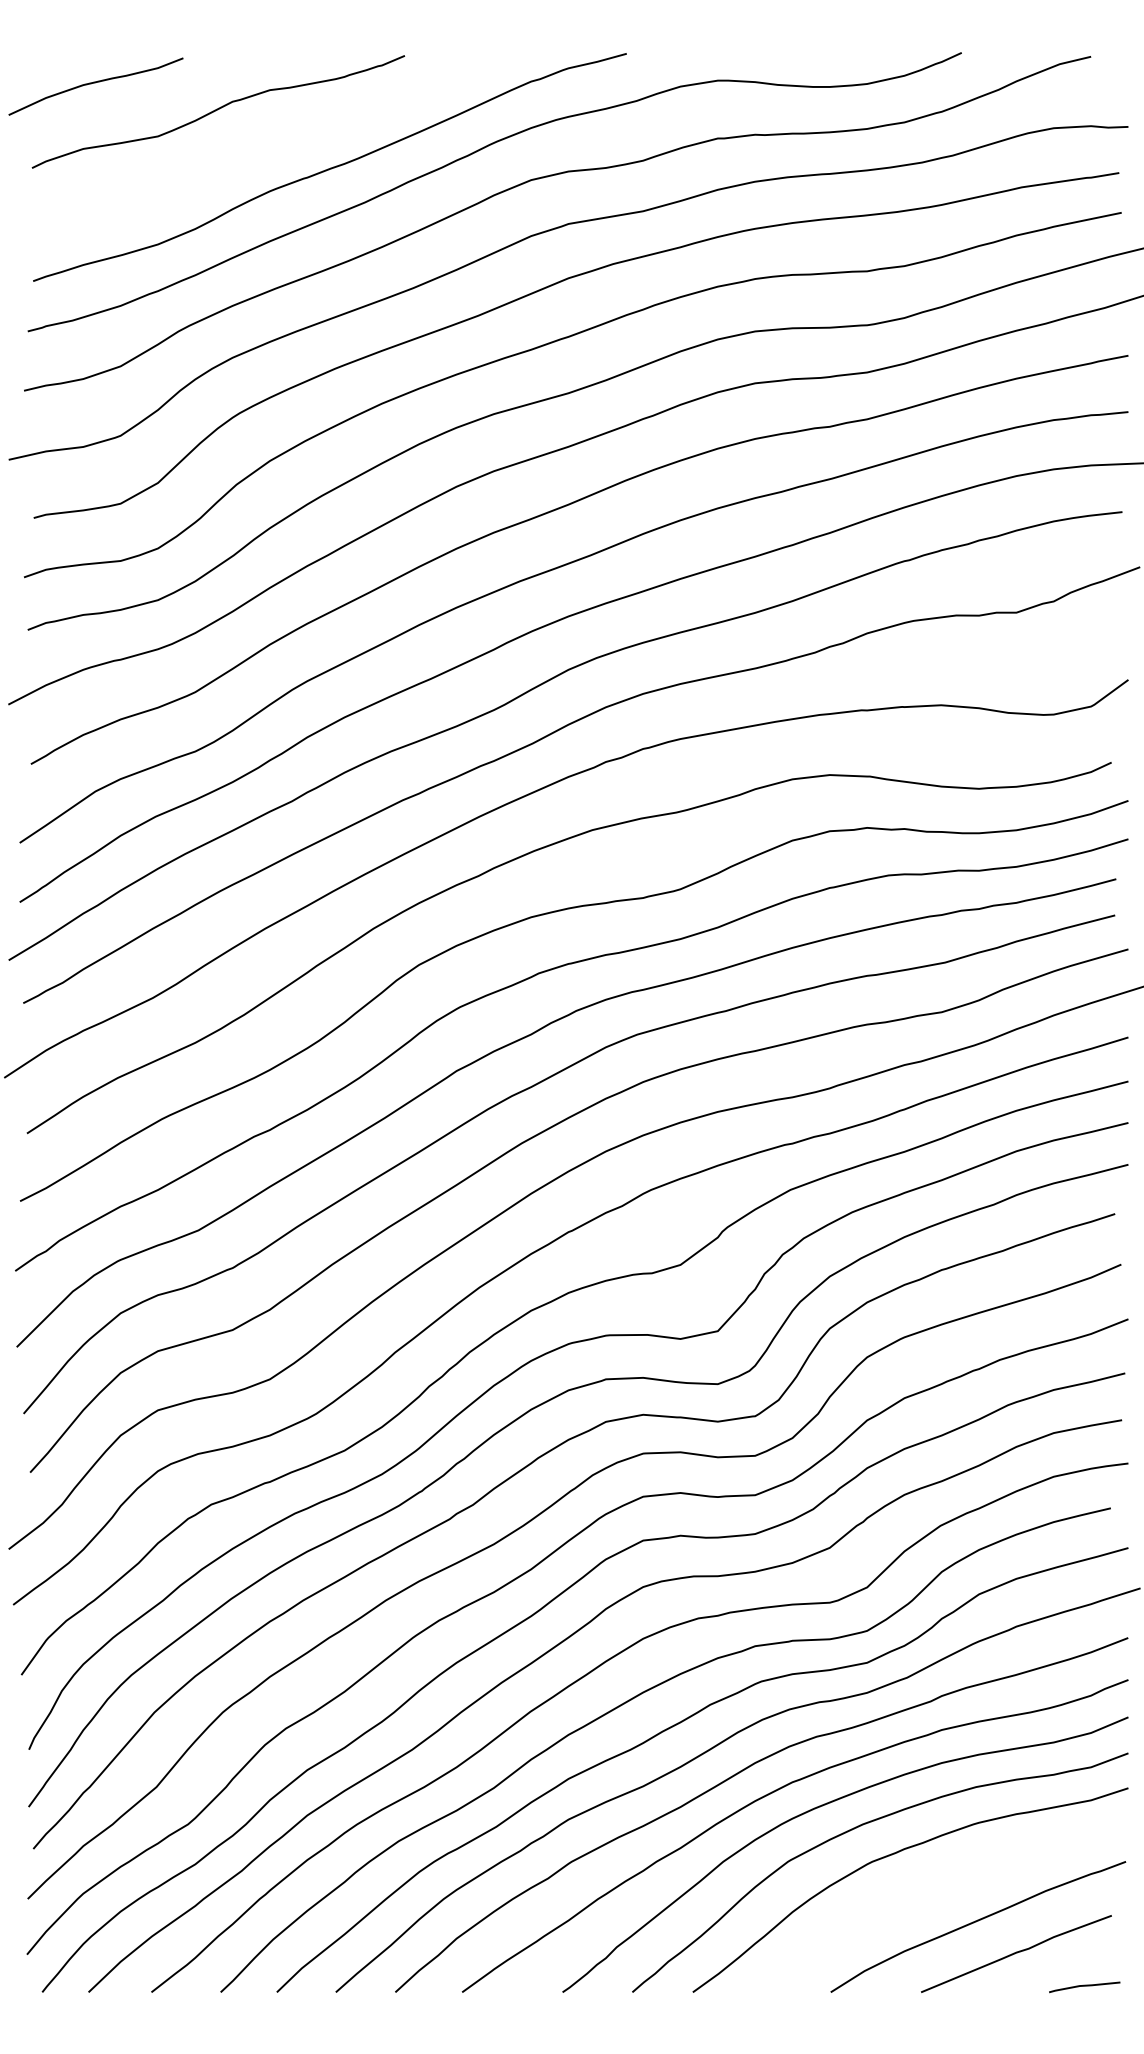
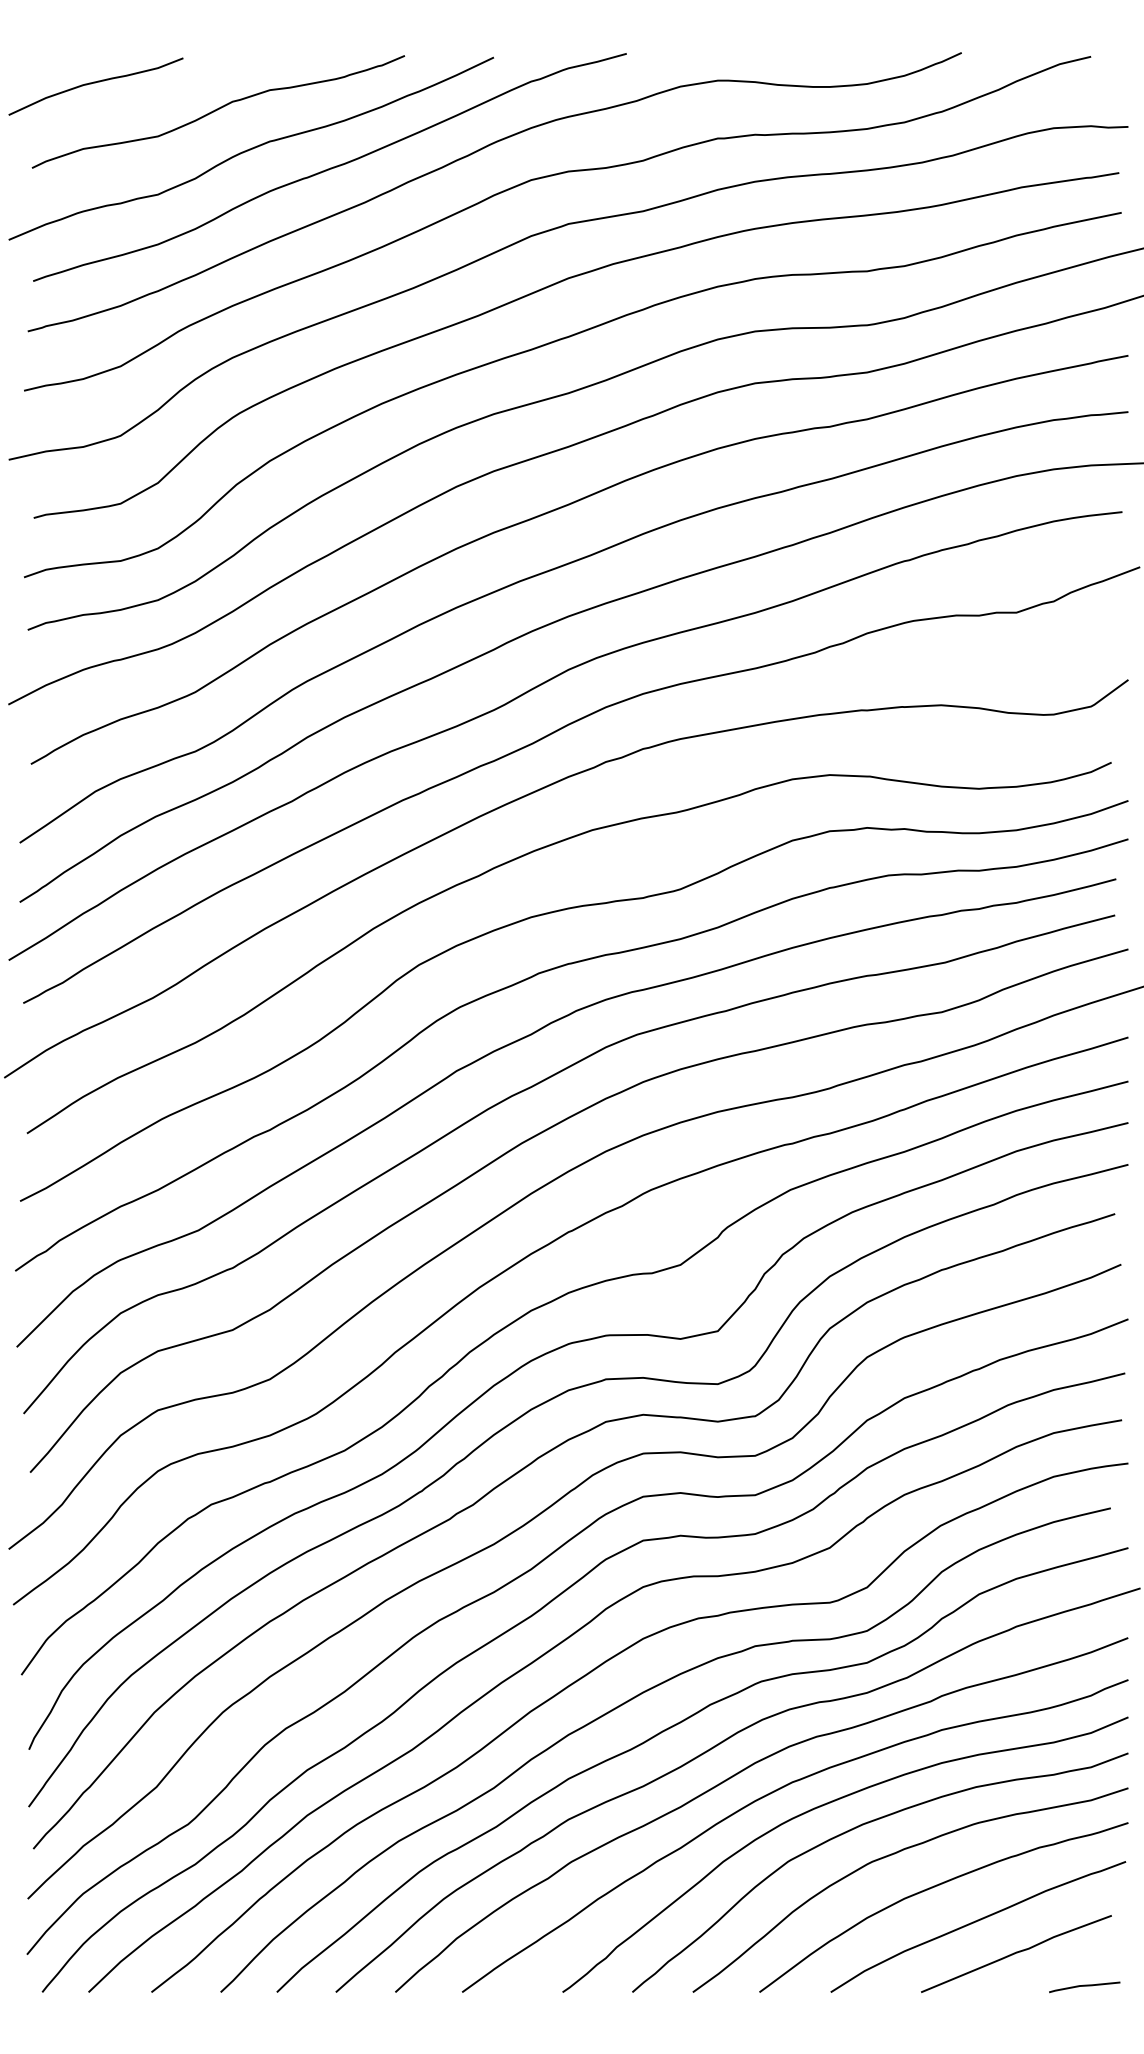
curve at (251, 148): none -> present
curve at (935, 1887): none -> present
